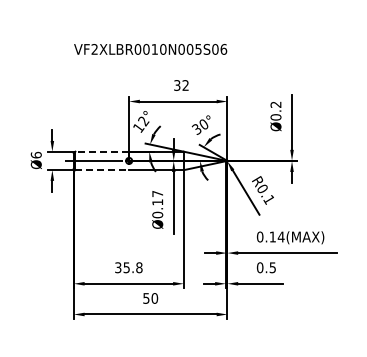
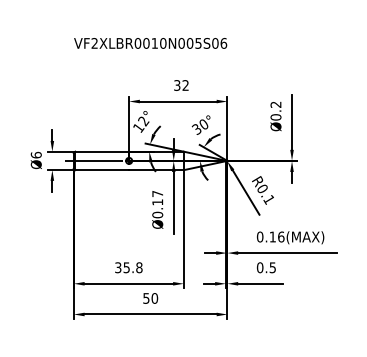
text at (150, 49) position: (150, 49) -> (150, 43)
line at (102, 151): dashed -> solid
line at (102, 170): dashed -> solid
text at (280, 236): 0.14(MAX) -> 0.16(MAX)
